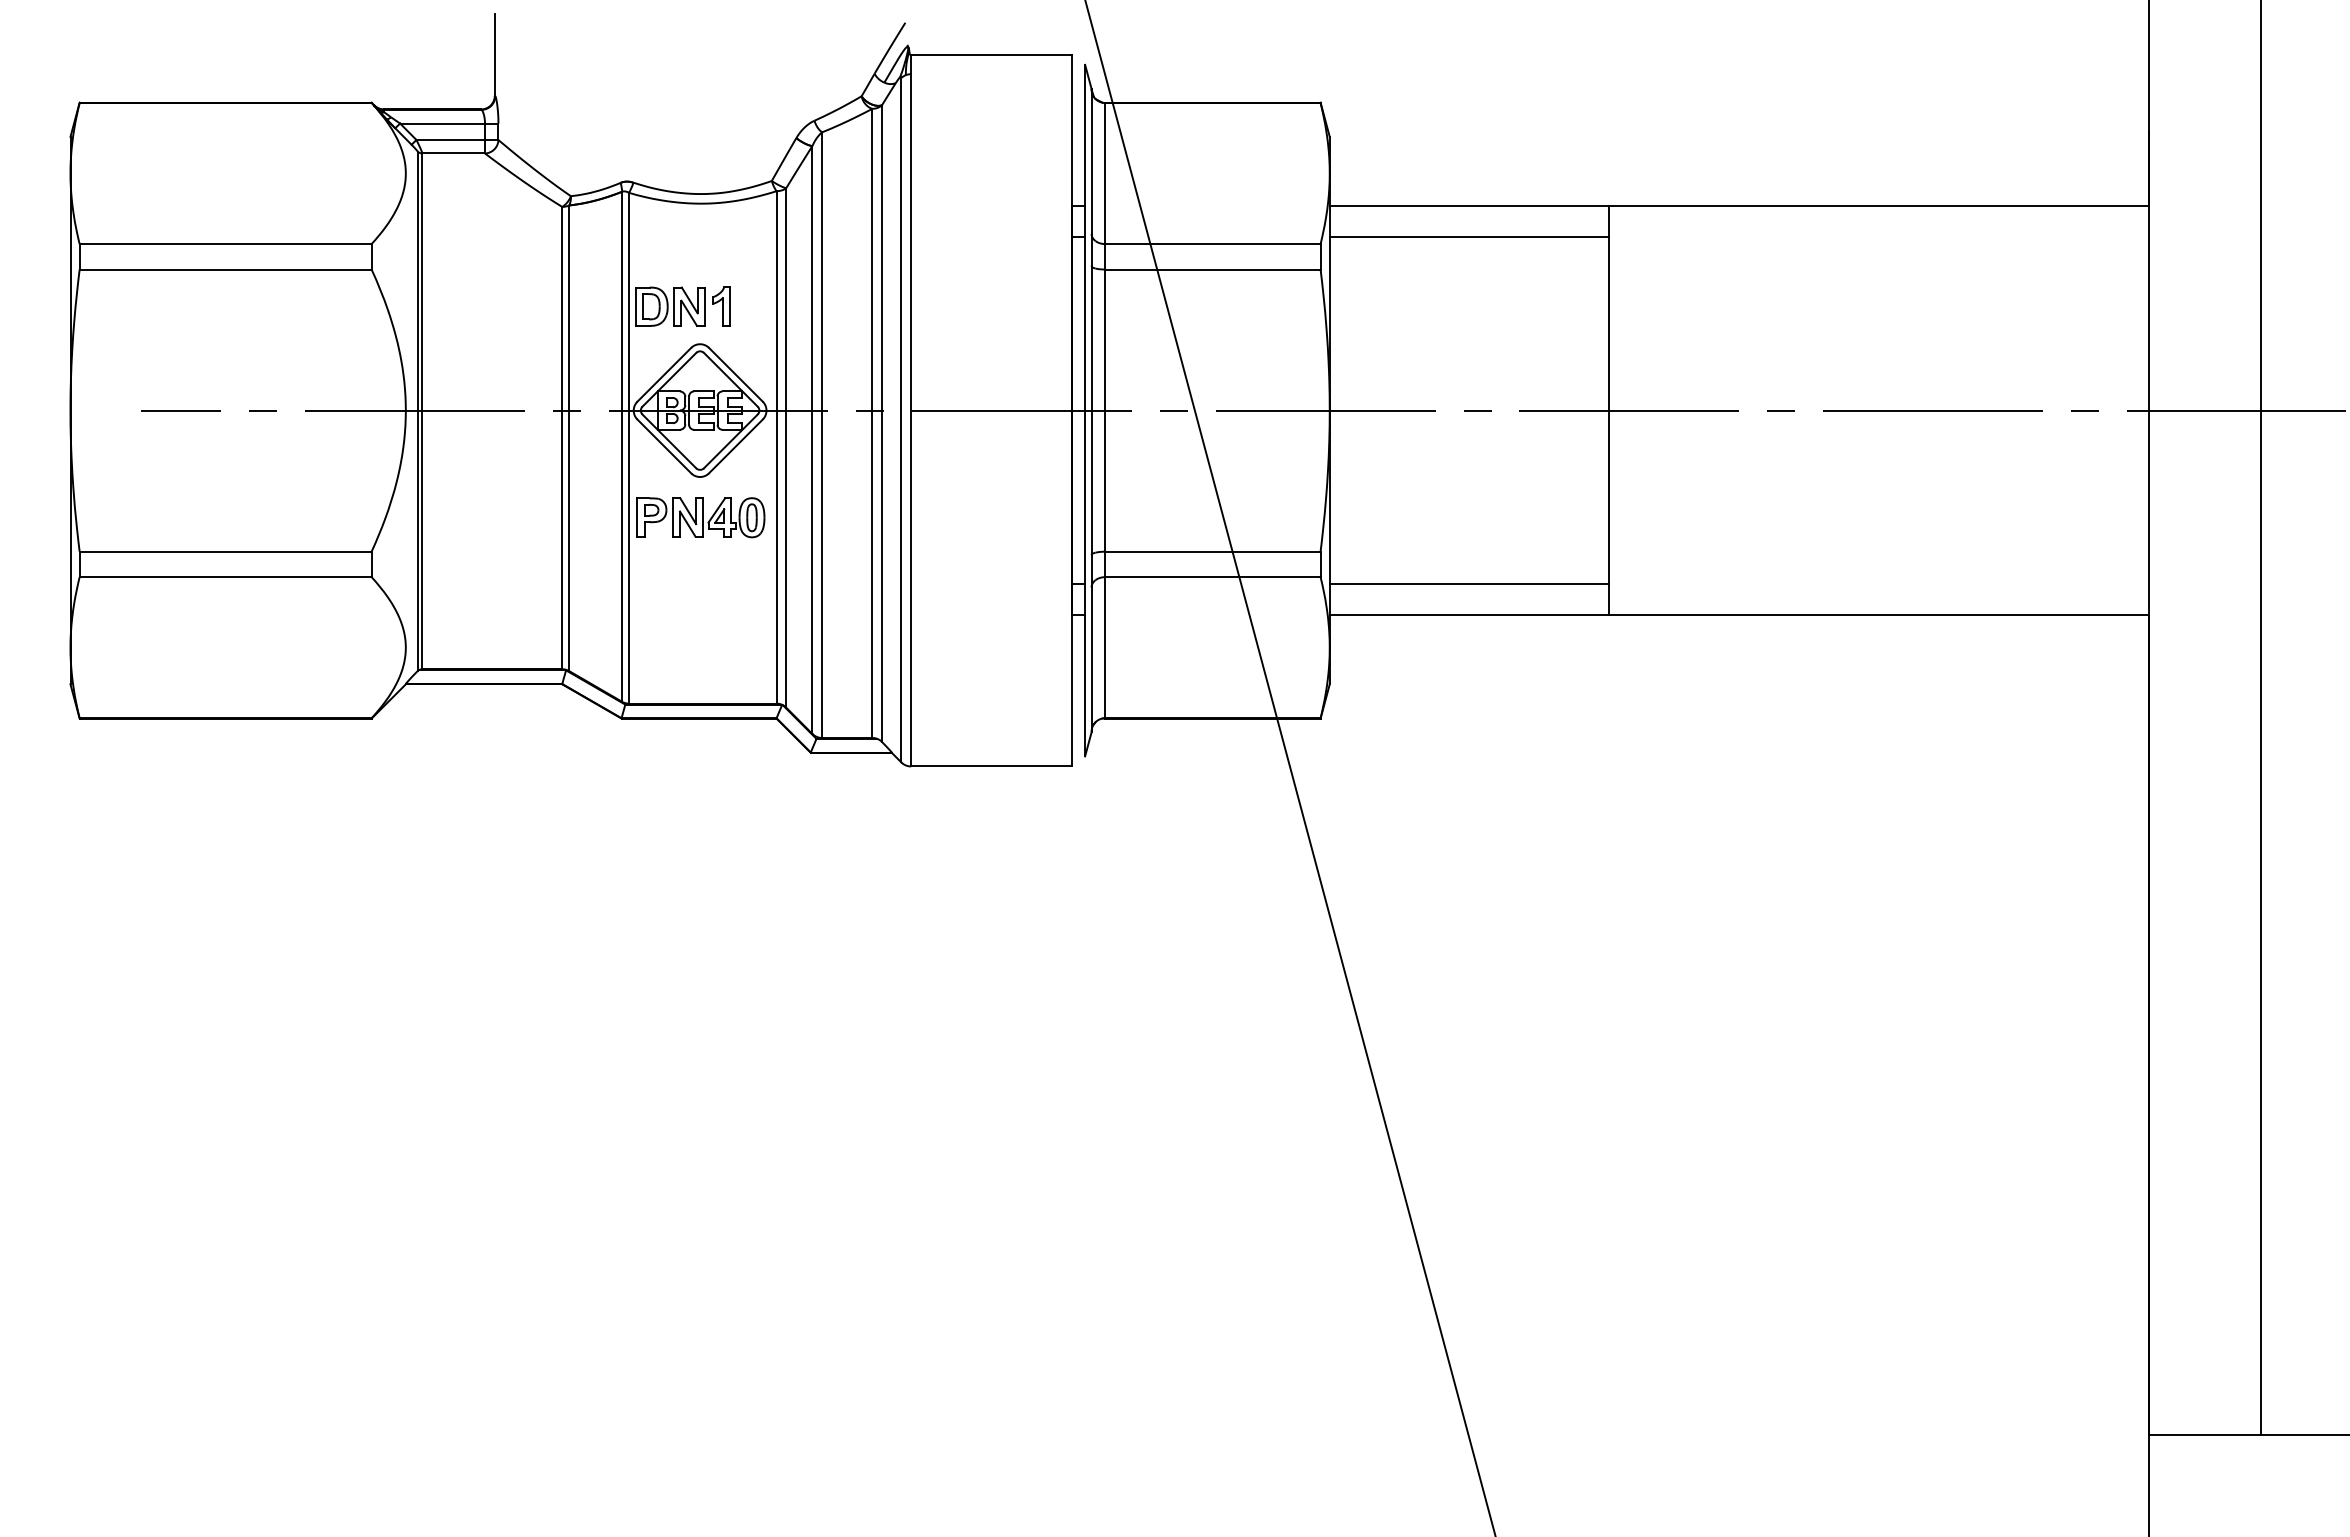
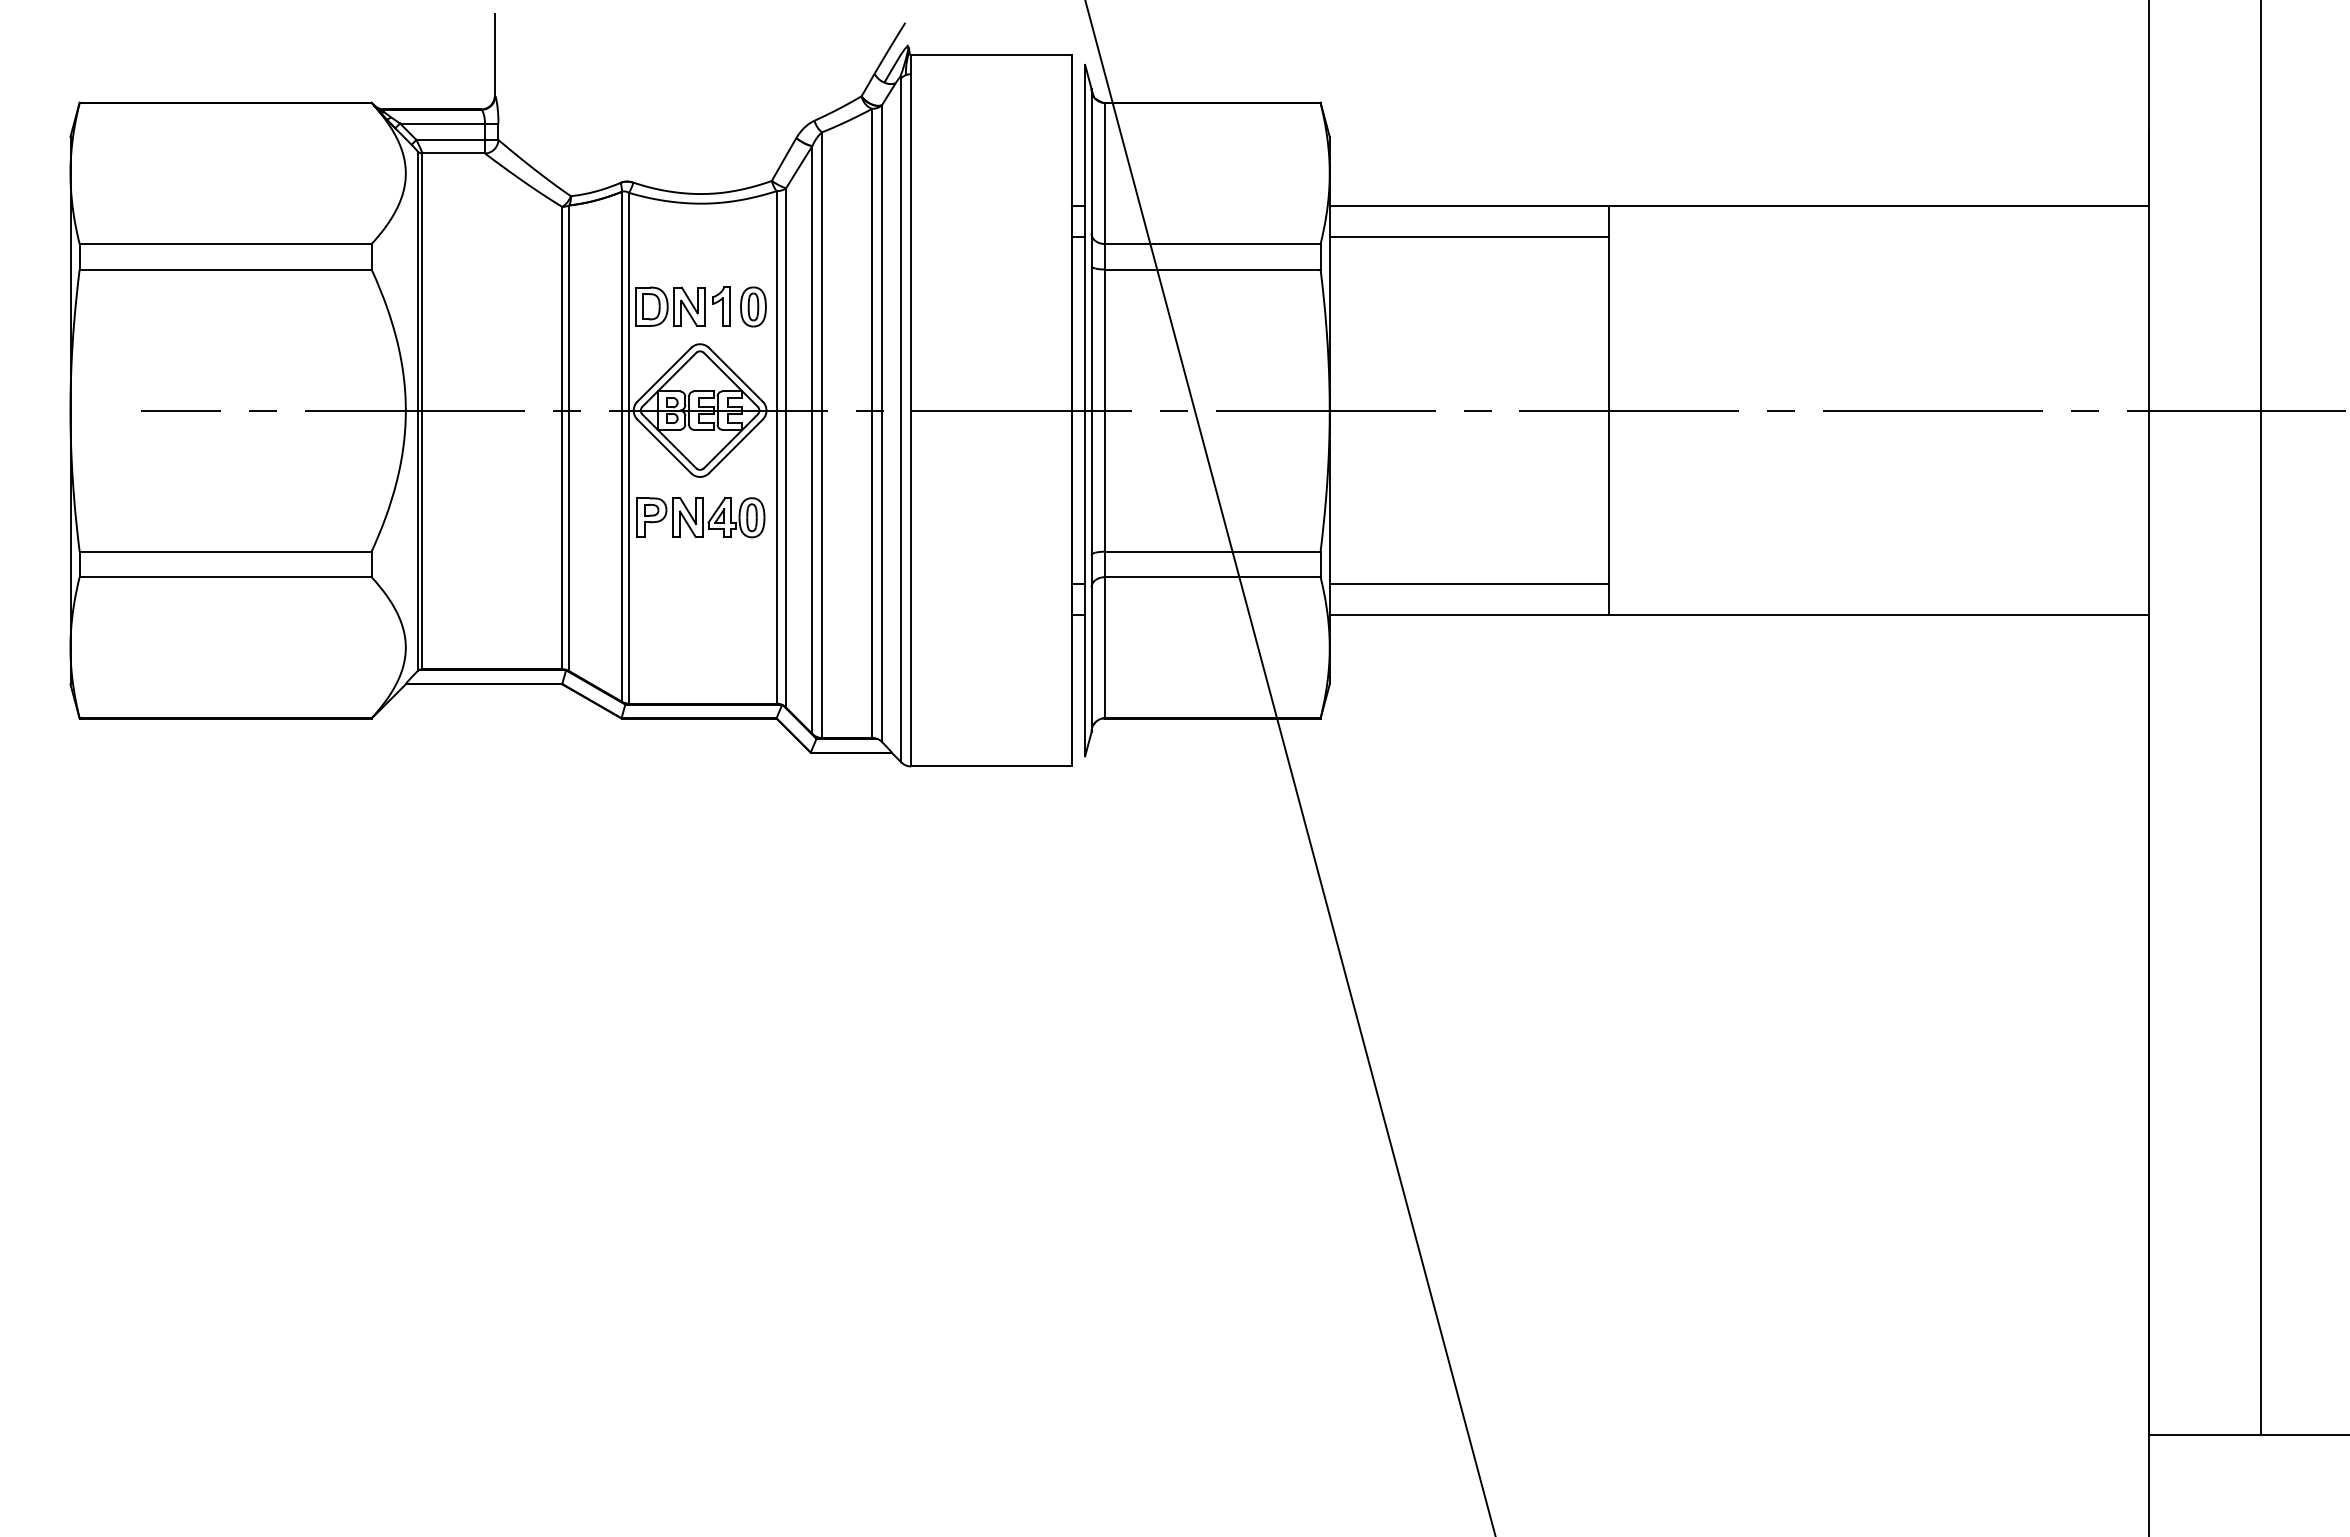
part at (753, 306): none -> present
